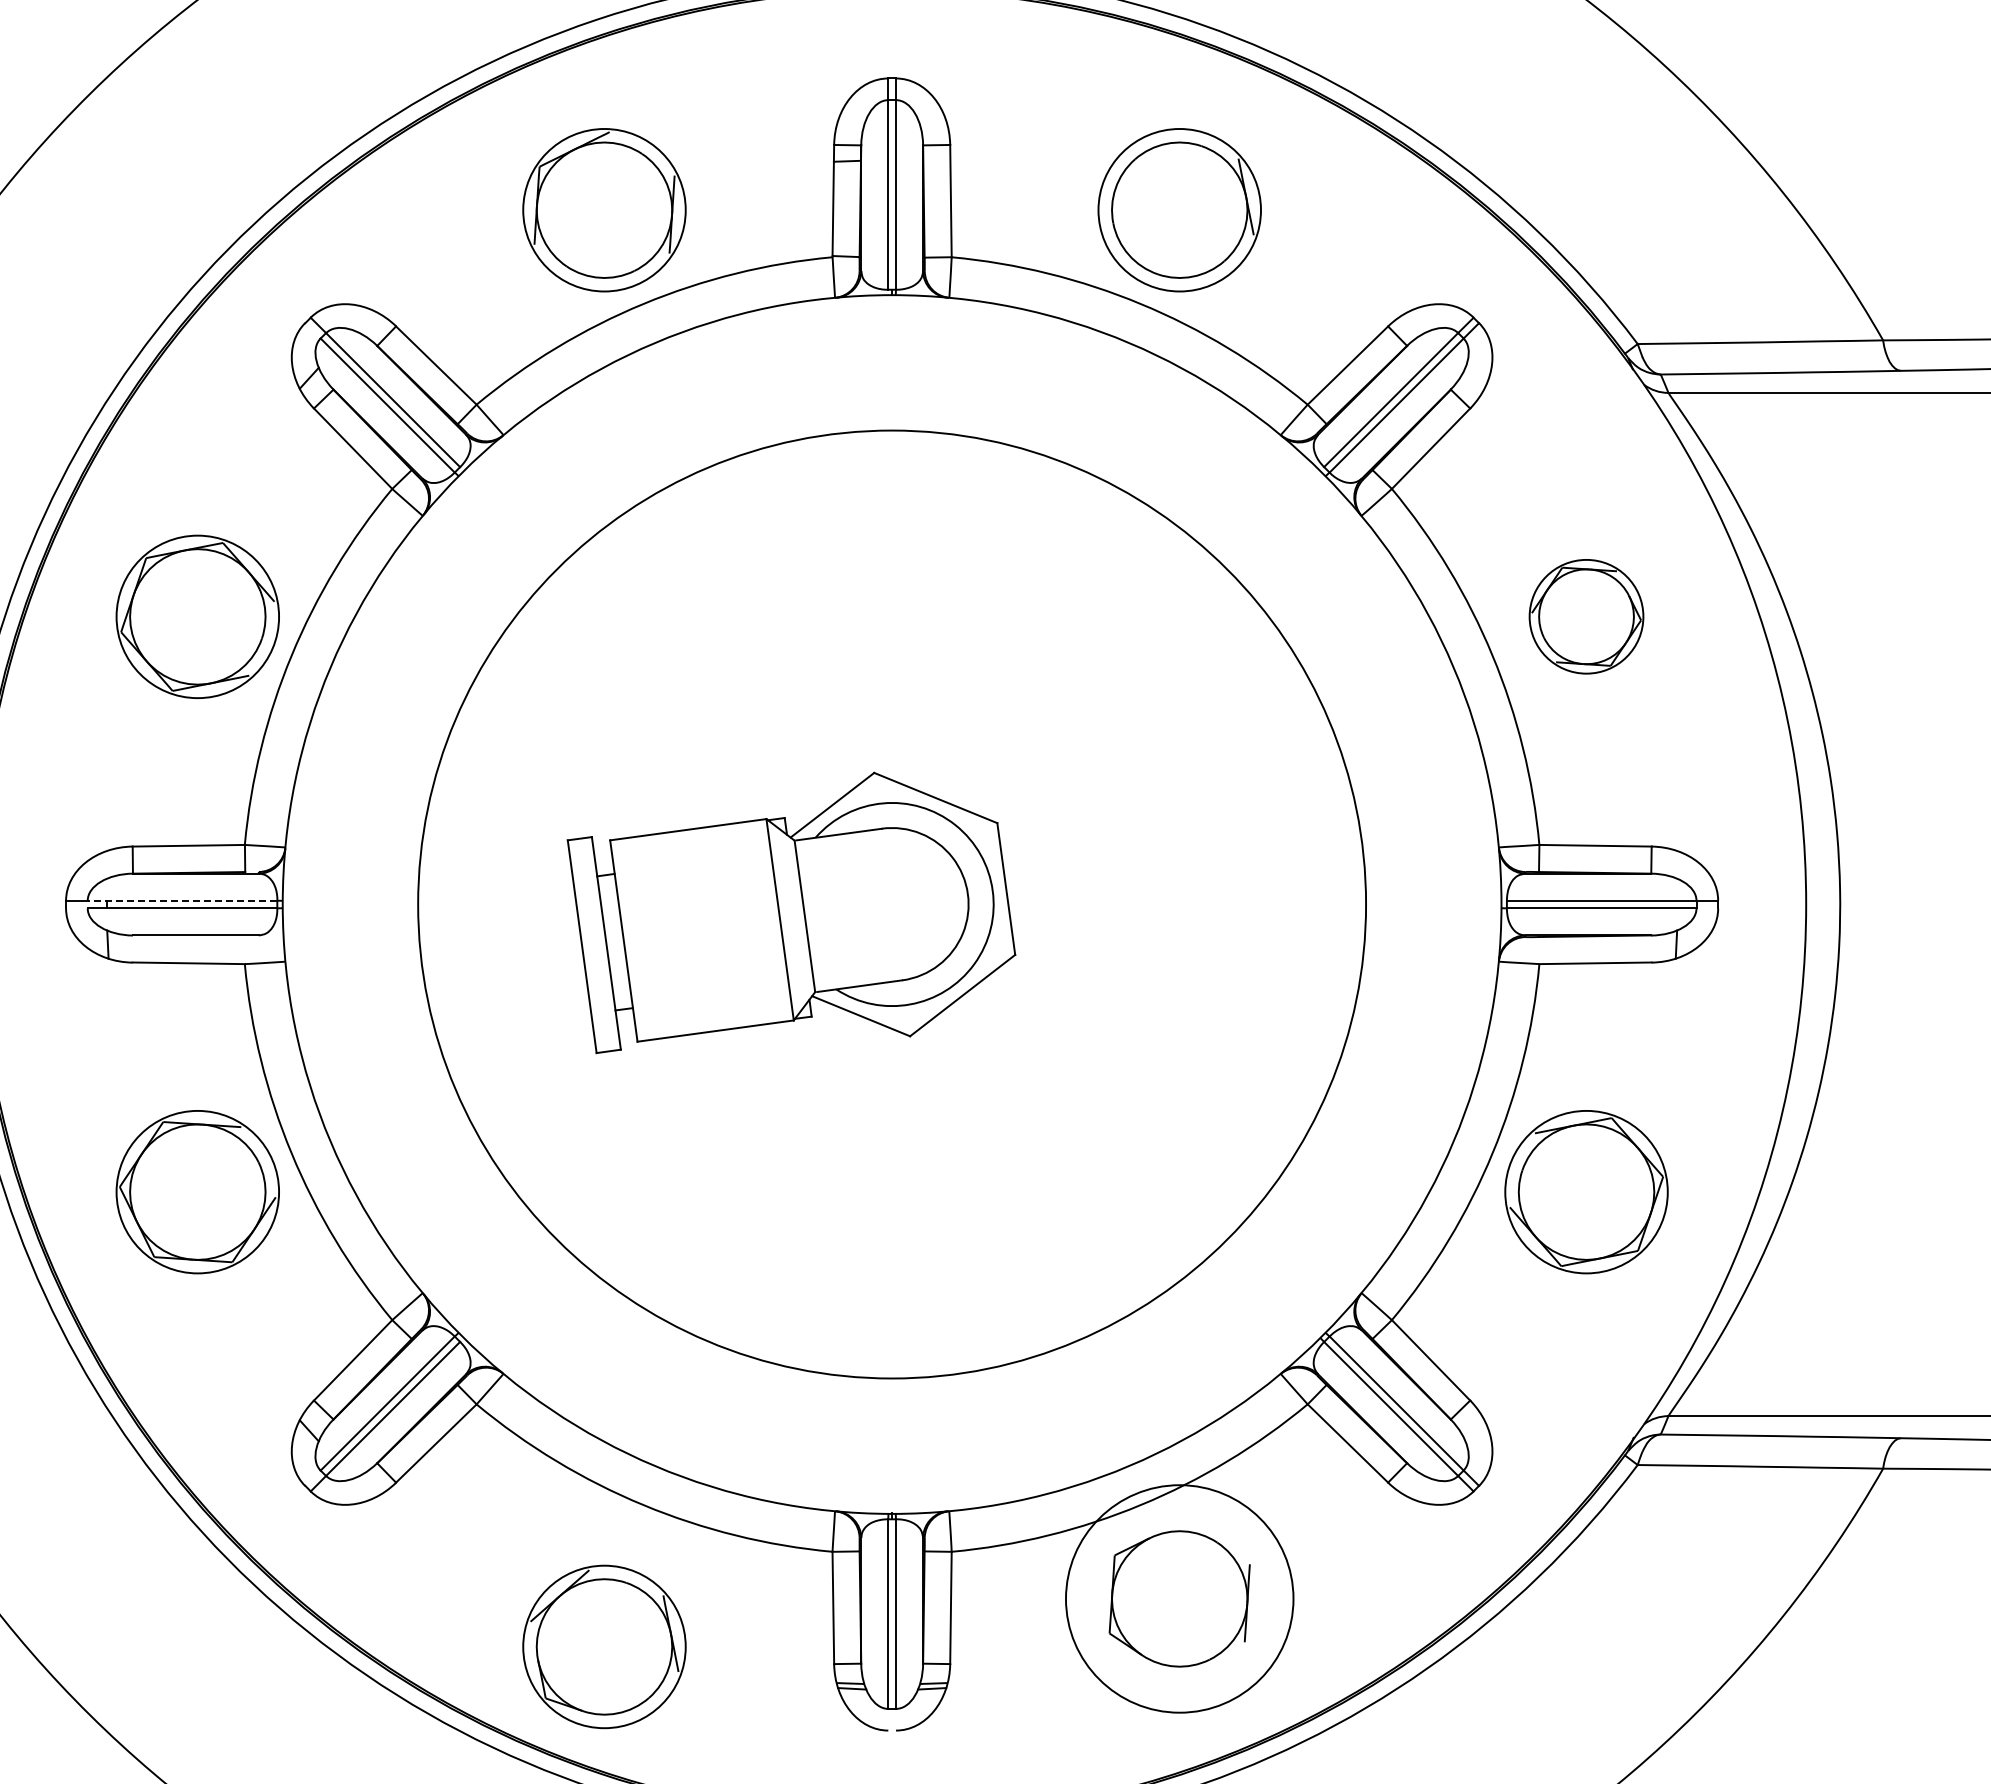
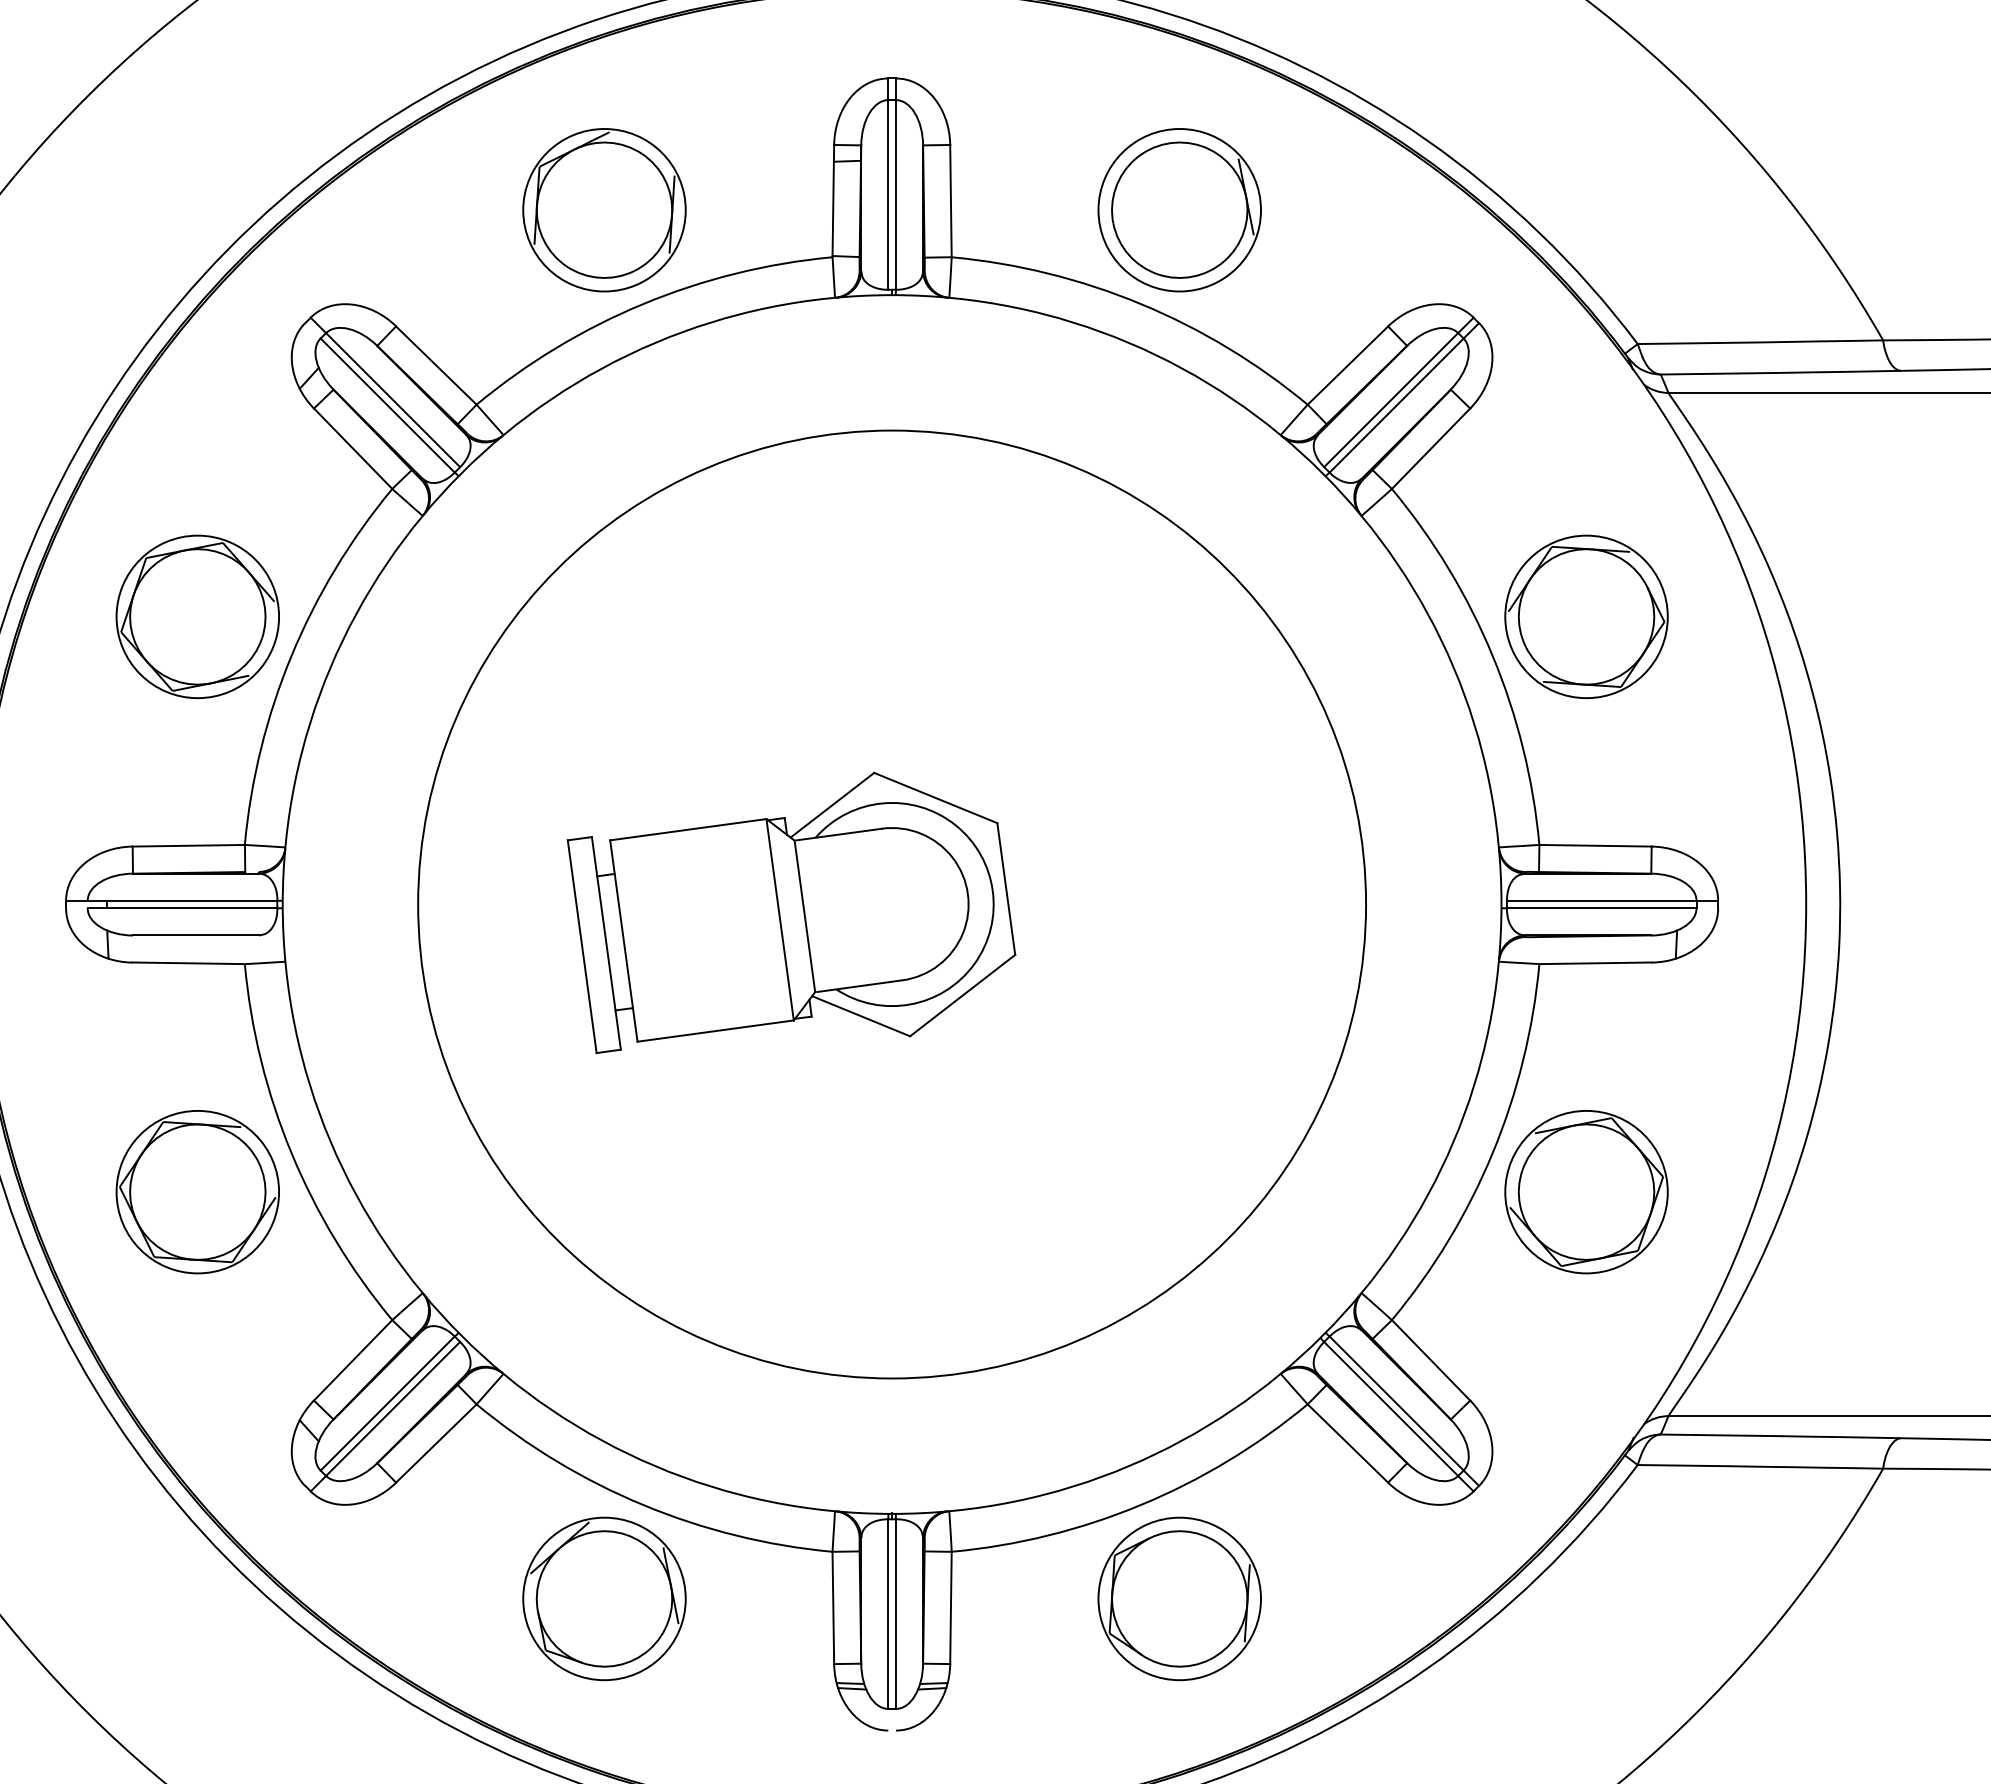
part at (1586, 616) size: 117x116 px -> 165x165 px
line at (182, 900): dashed -> solid
circle at (1179, 1598) diameter: 228 px -> 163 px
part at (604, 1646) position: (604, 1646) -> (604, 1598)
